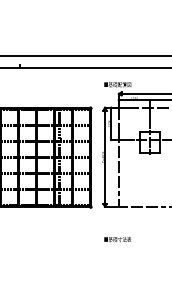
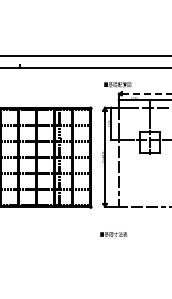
line at (146, 93): solid -> dashed
text at (117, 239) position: (117, 239) -> (113, 234)
